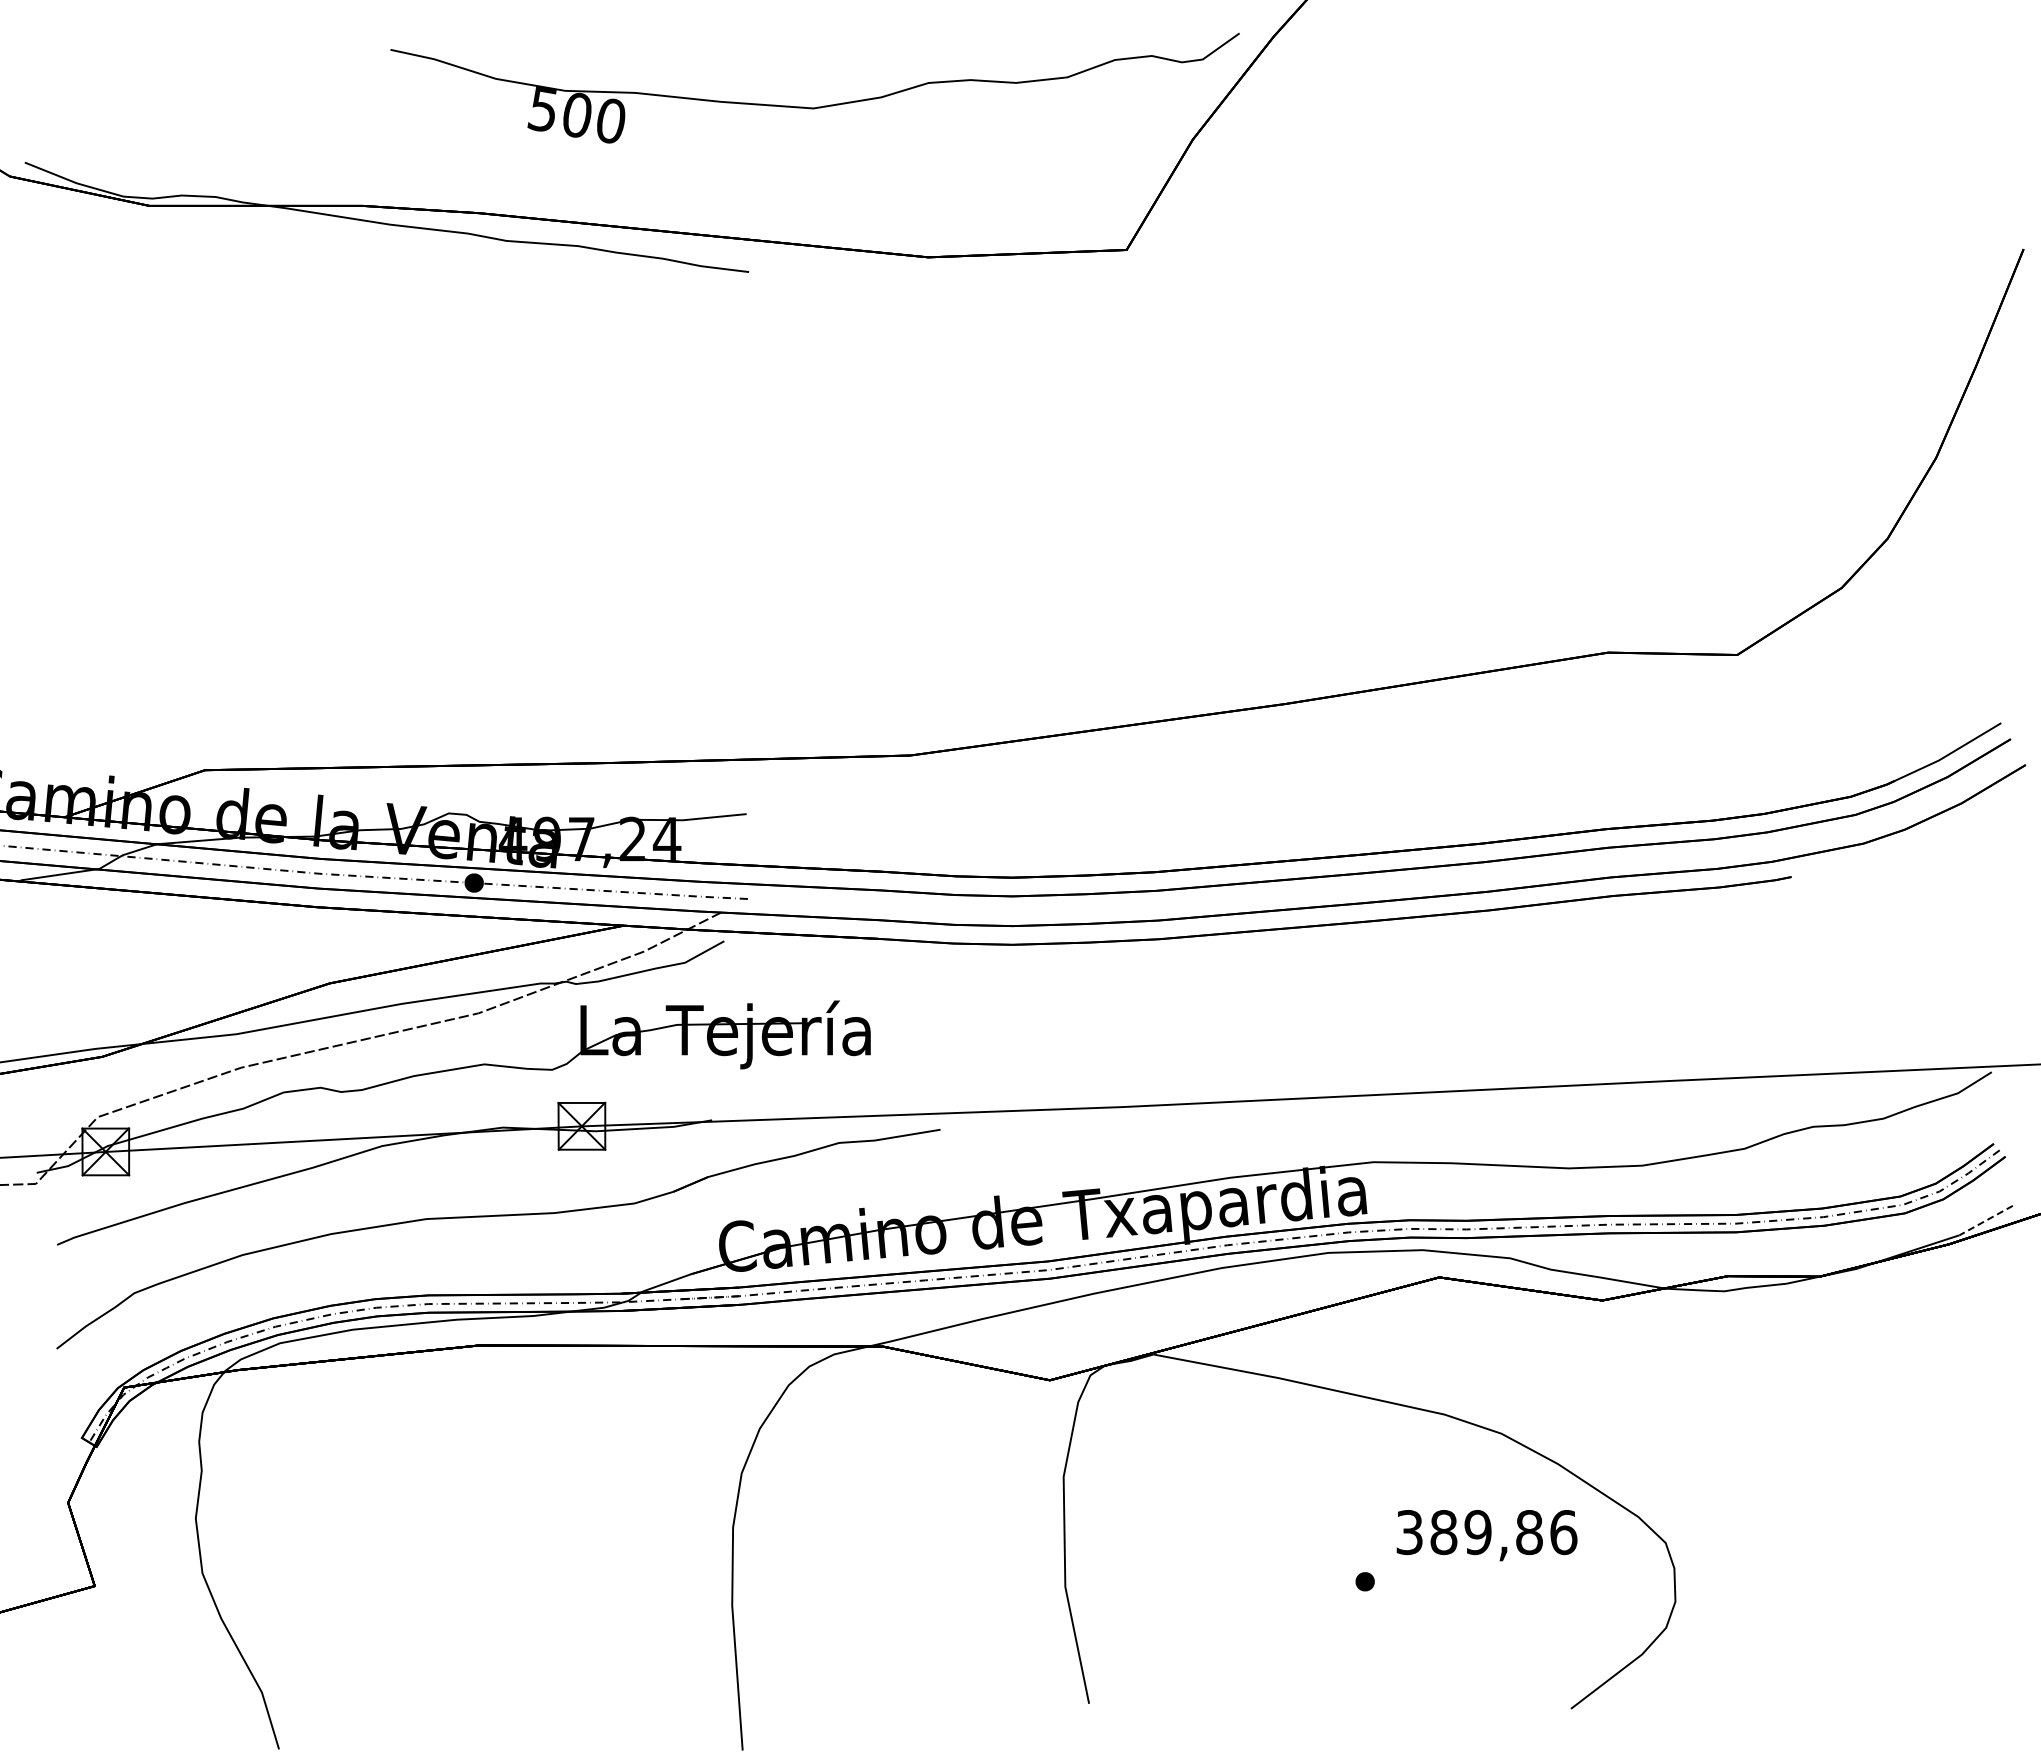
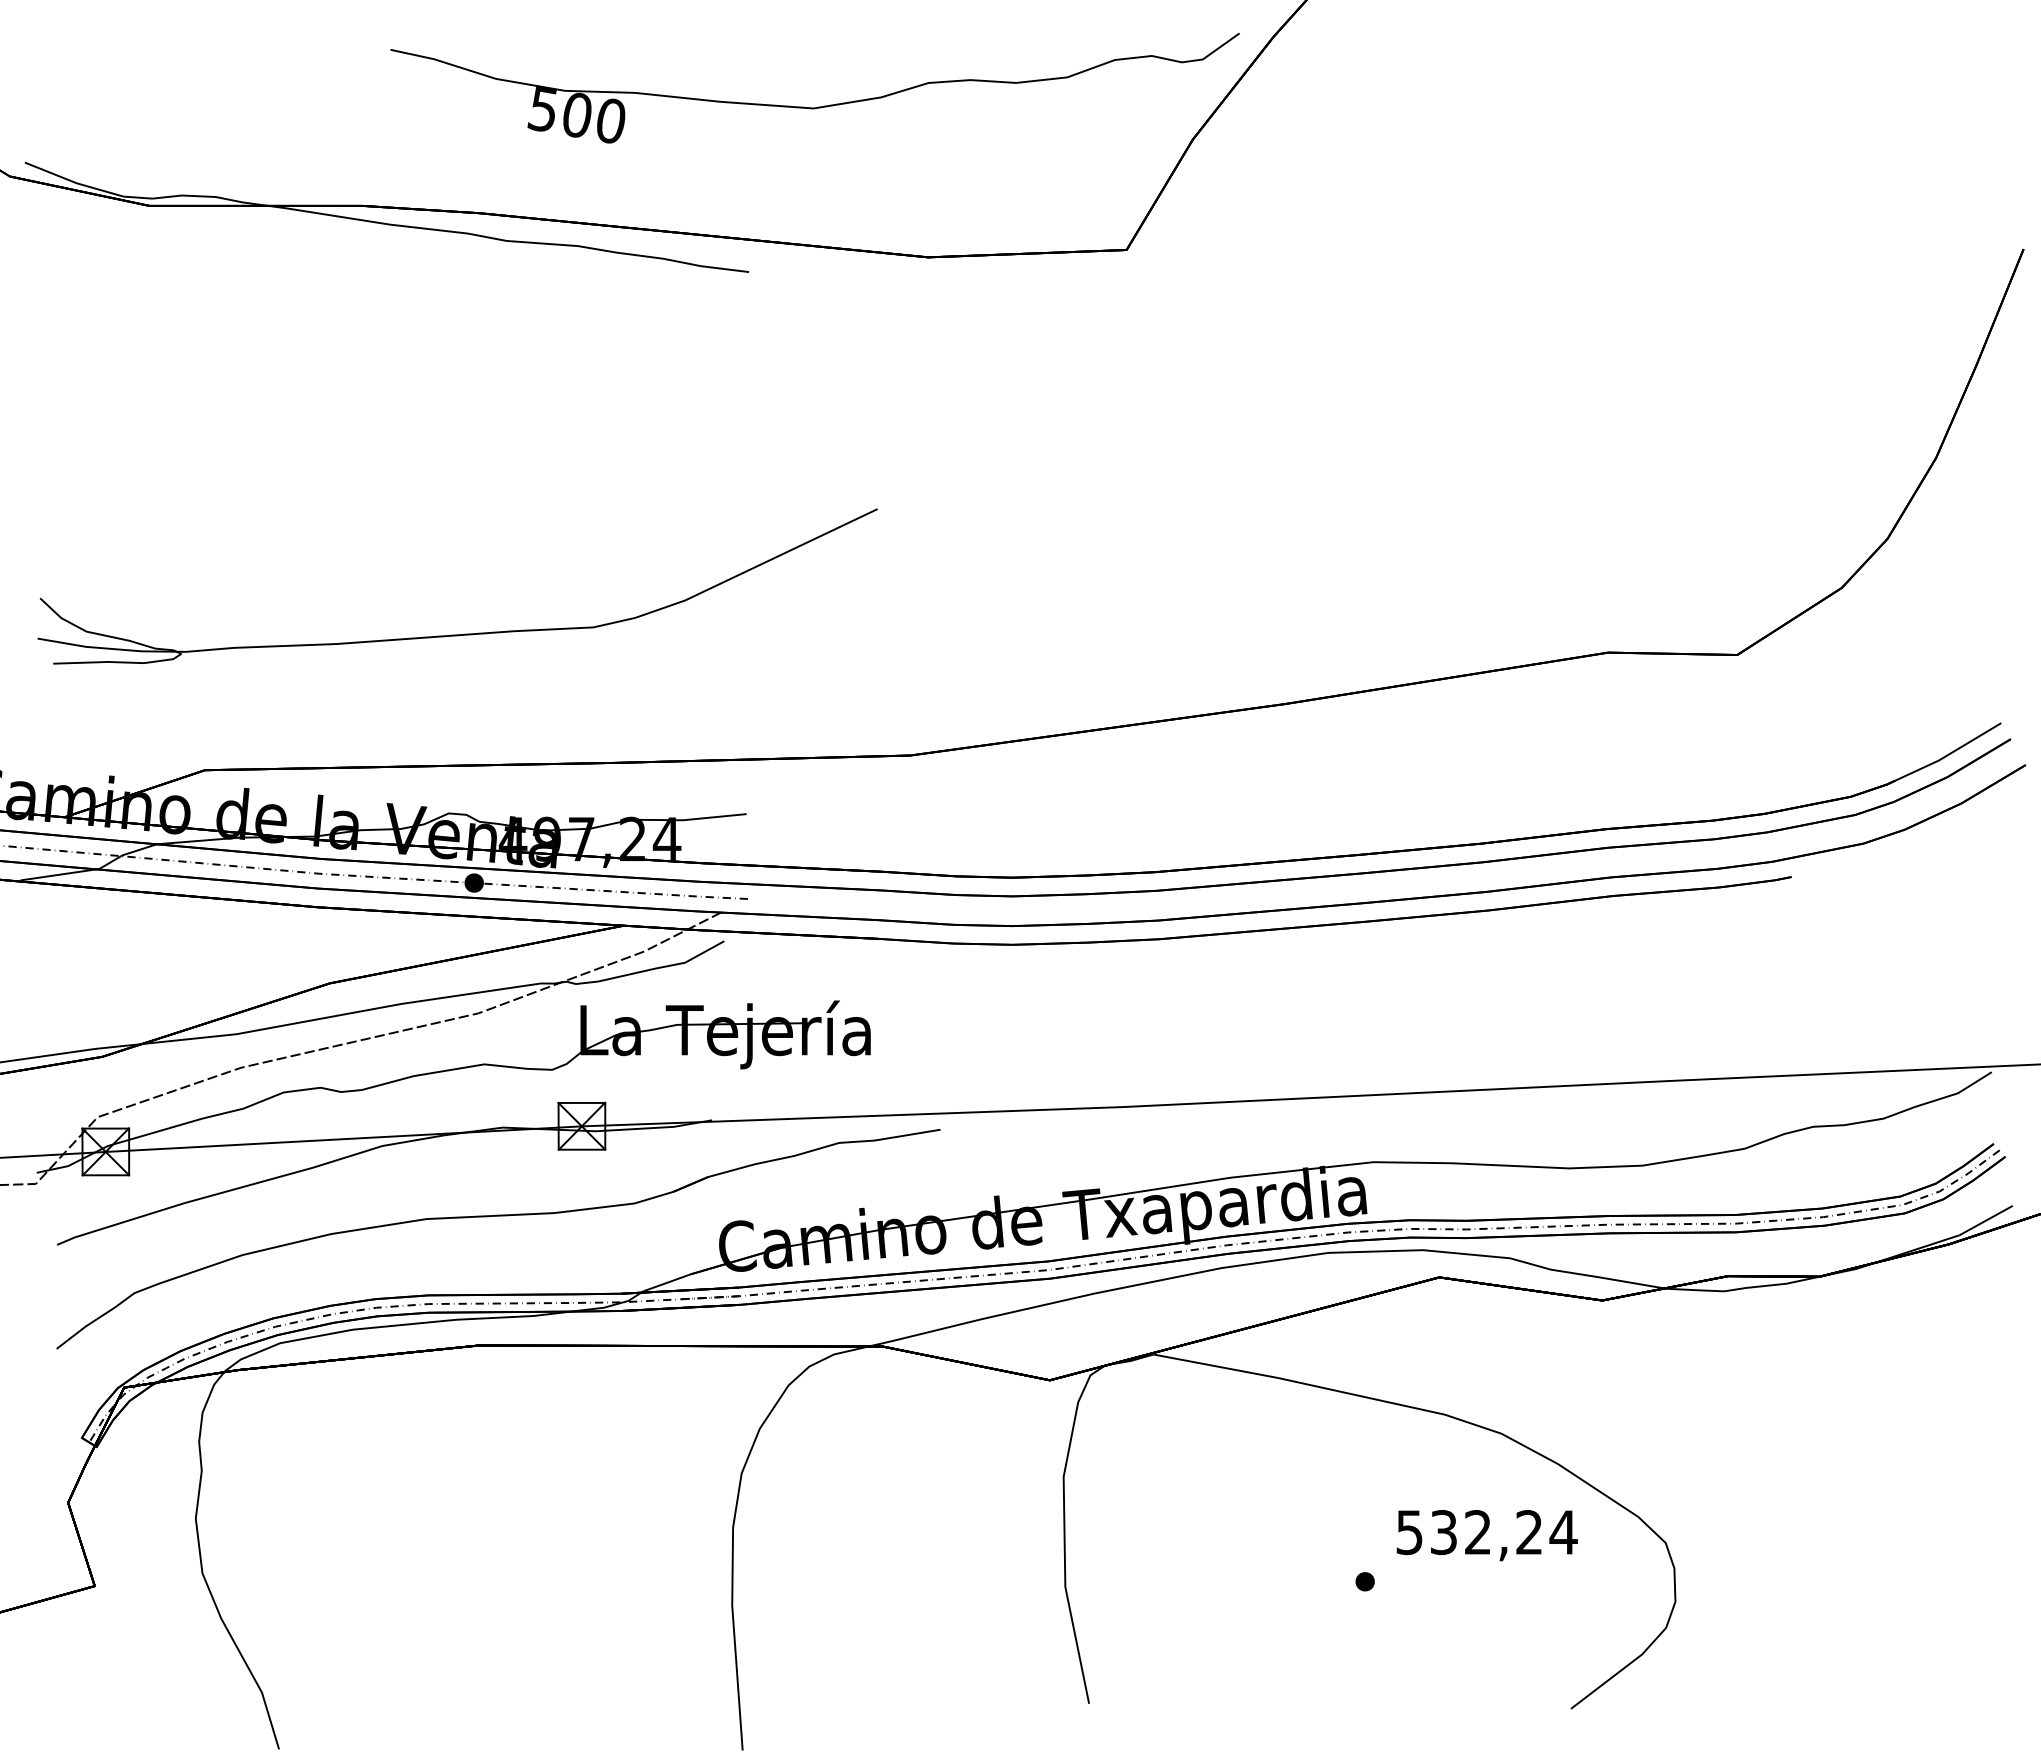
part at (464, 633): none -> present
line at (1985, 1220): dashed -> solid
text at (1487, 1532): 389,86 -> 532,24
